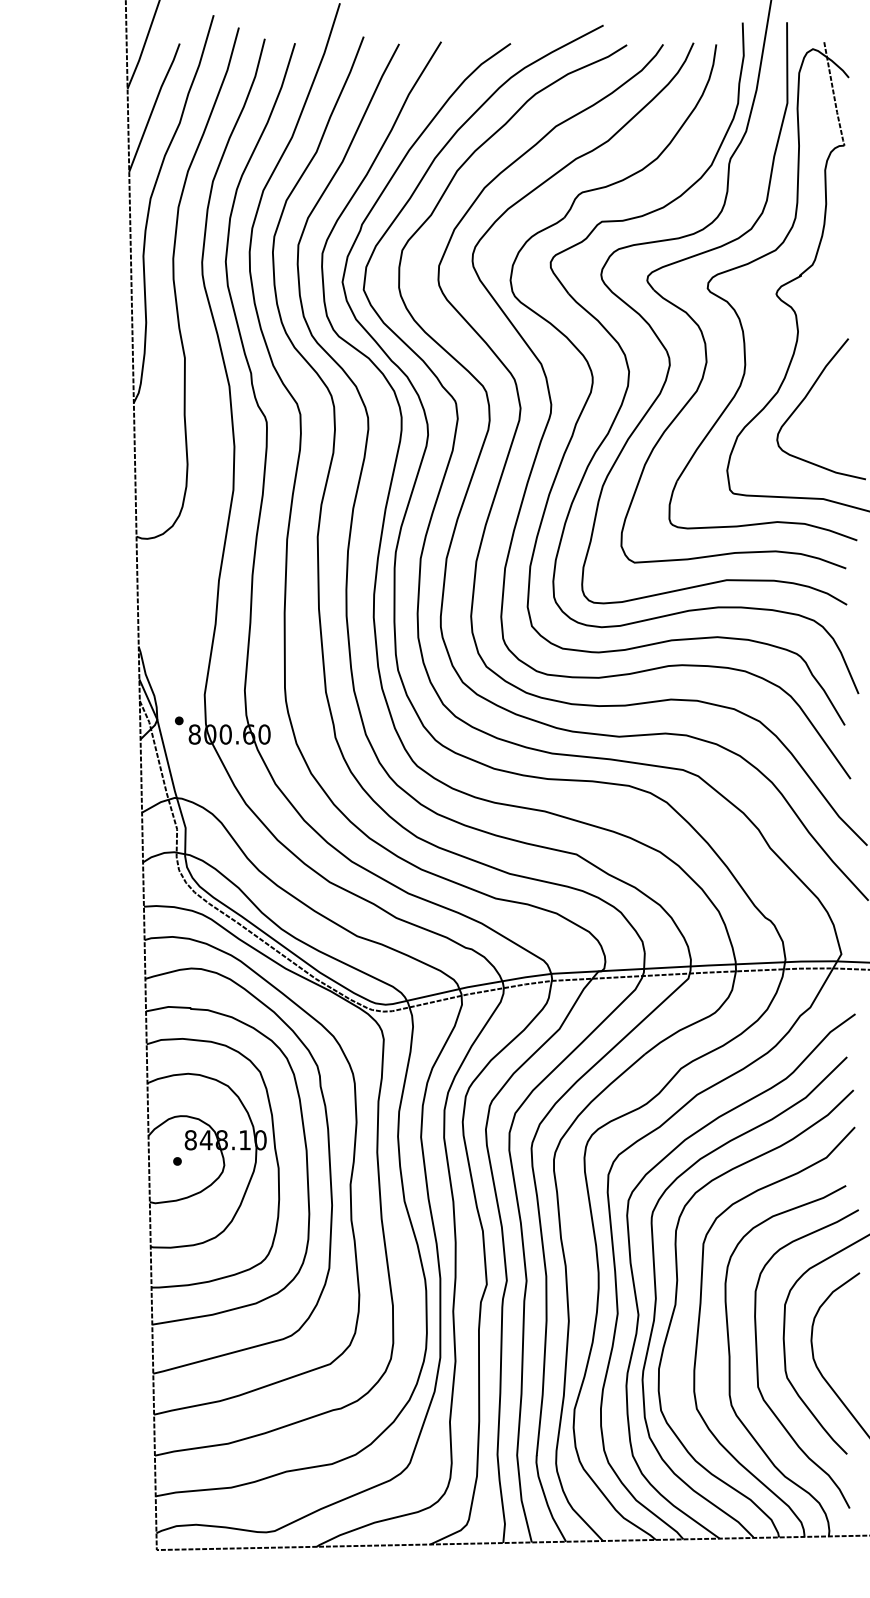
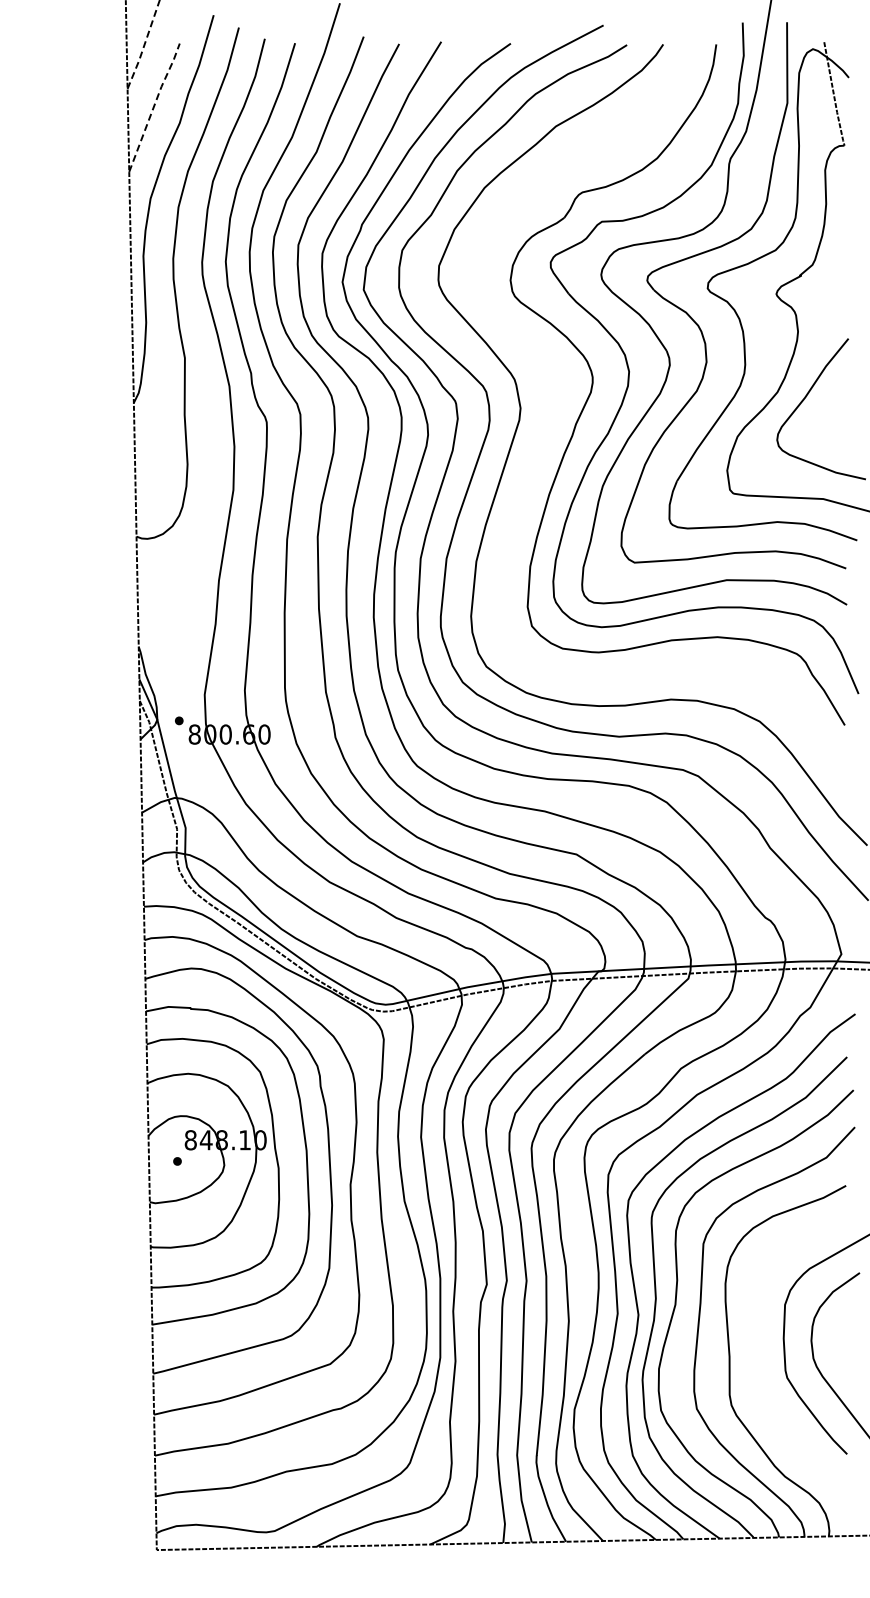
line at (144, 45): solid -> dashed
line at (154, 105): solid -> dashed
curve at (552, 407): present -> none
curve at (758, 1364): present -> none
